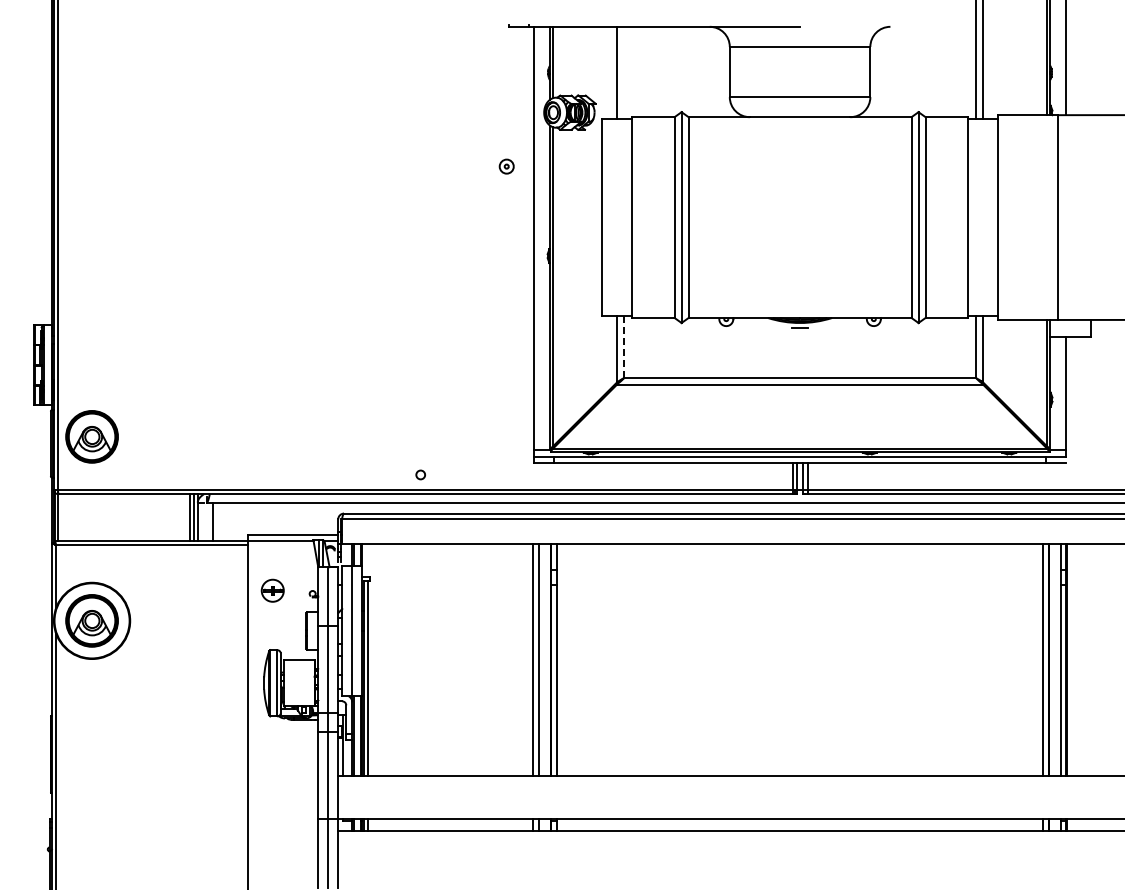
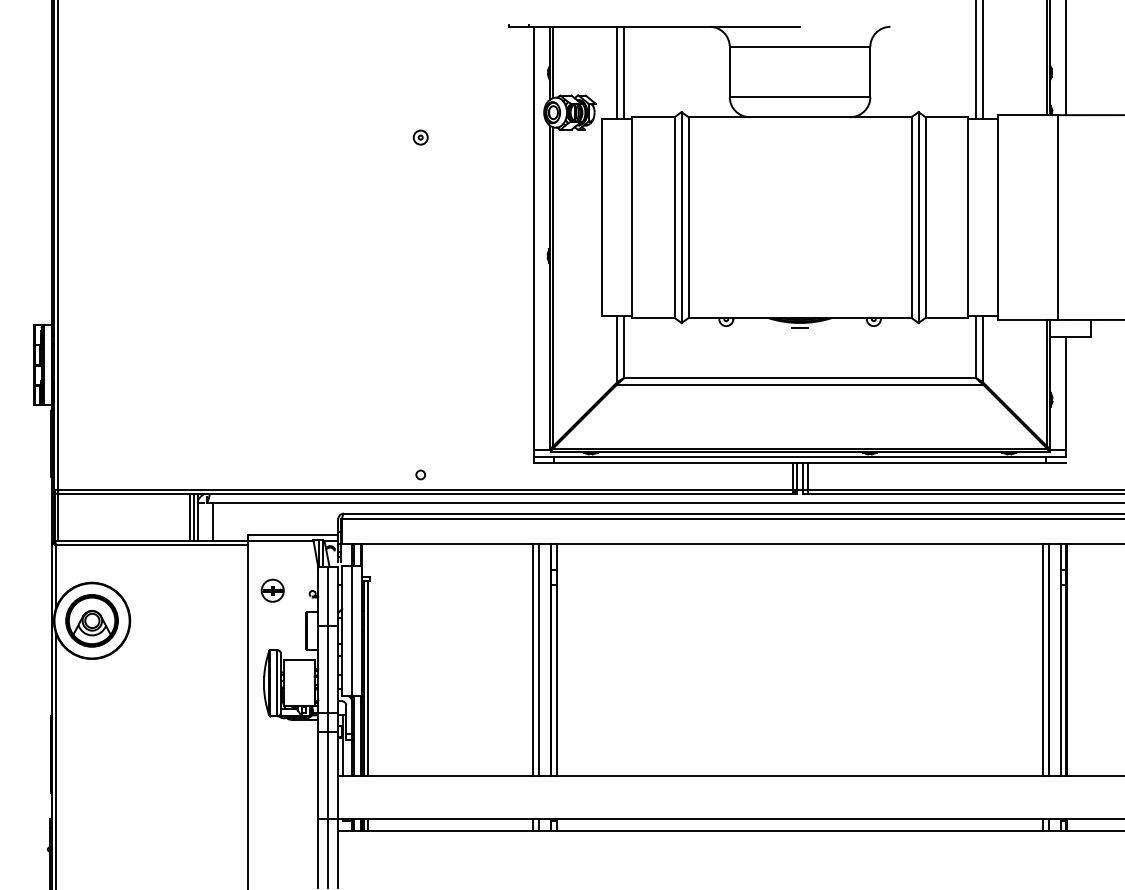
line at (623, 72): none -> present
part at (506, 166) position: (506, 166) -> (420, 137)
line at (623, 346): dashed -> solid
part at (91, 436): present -> none
